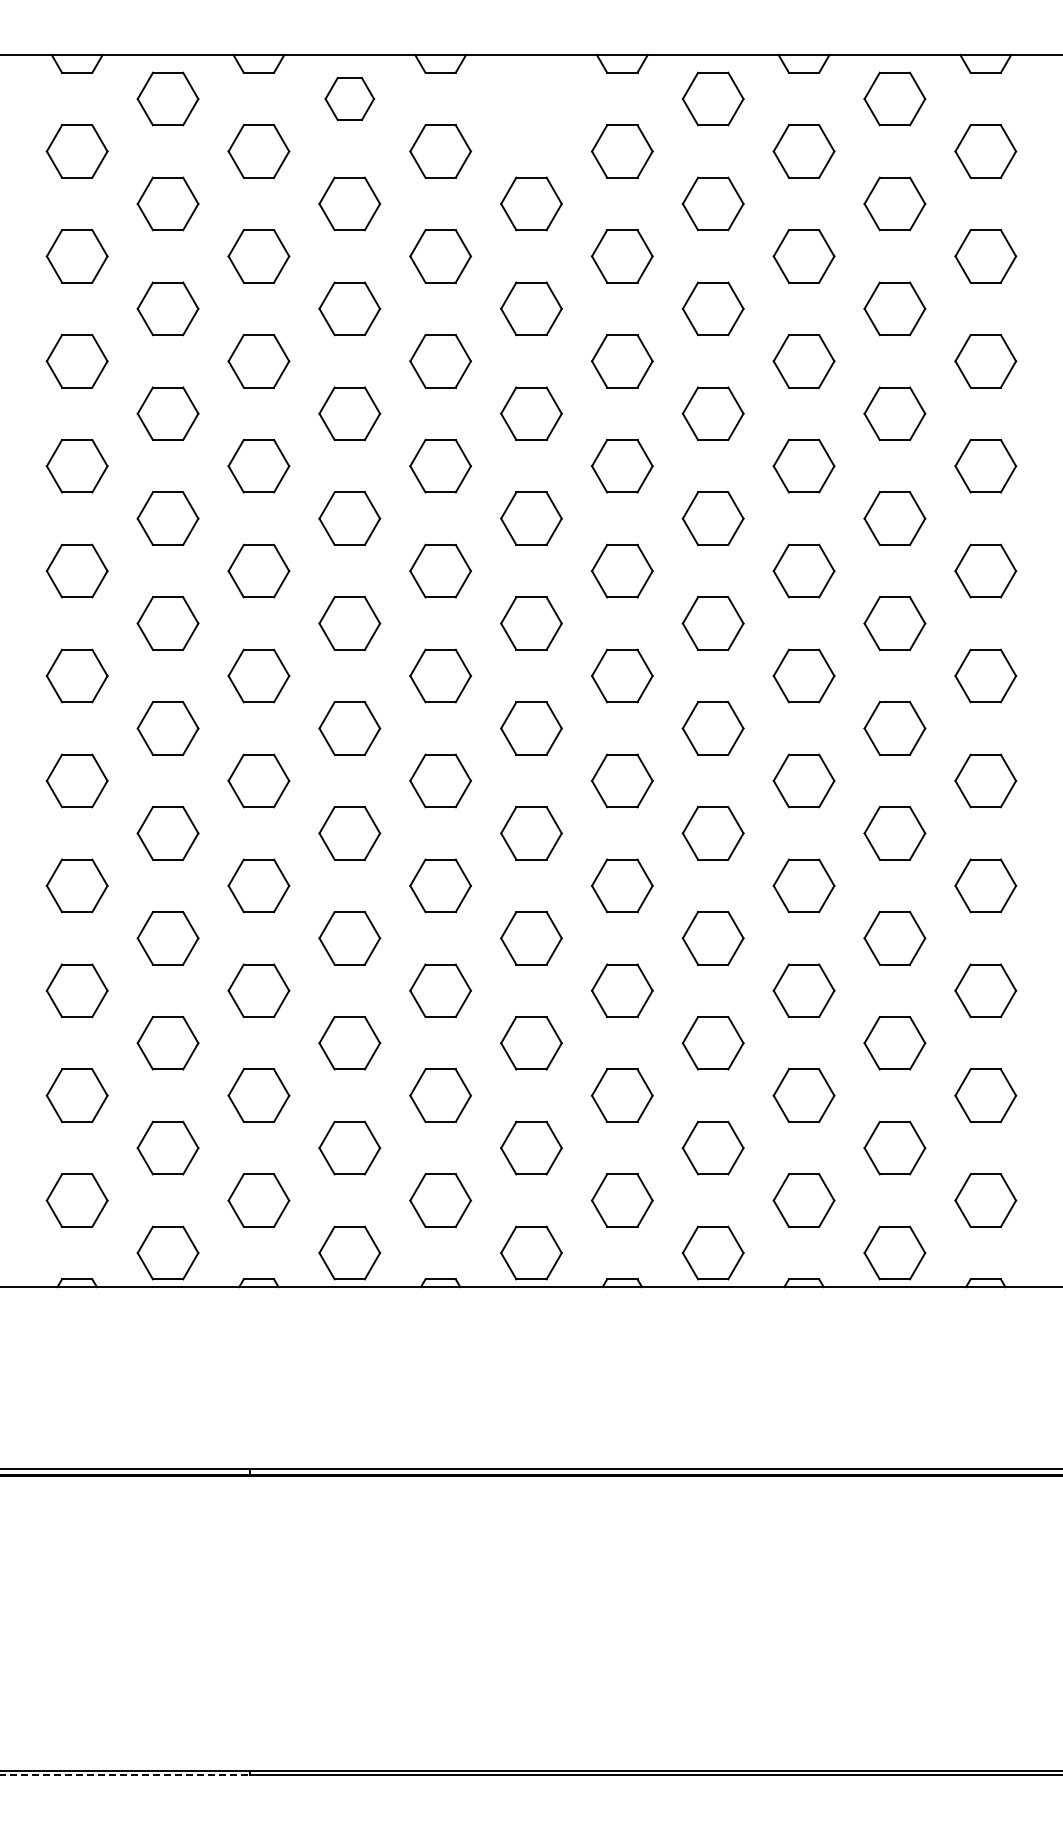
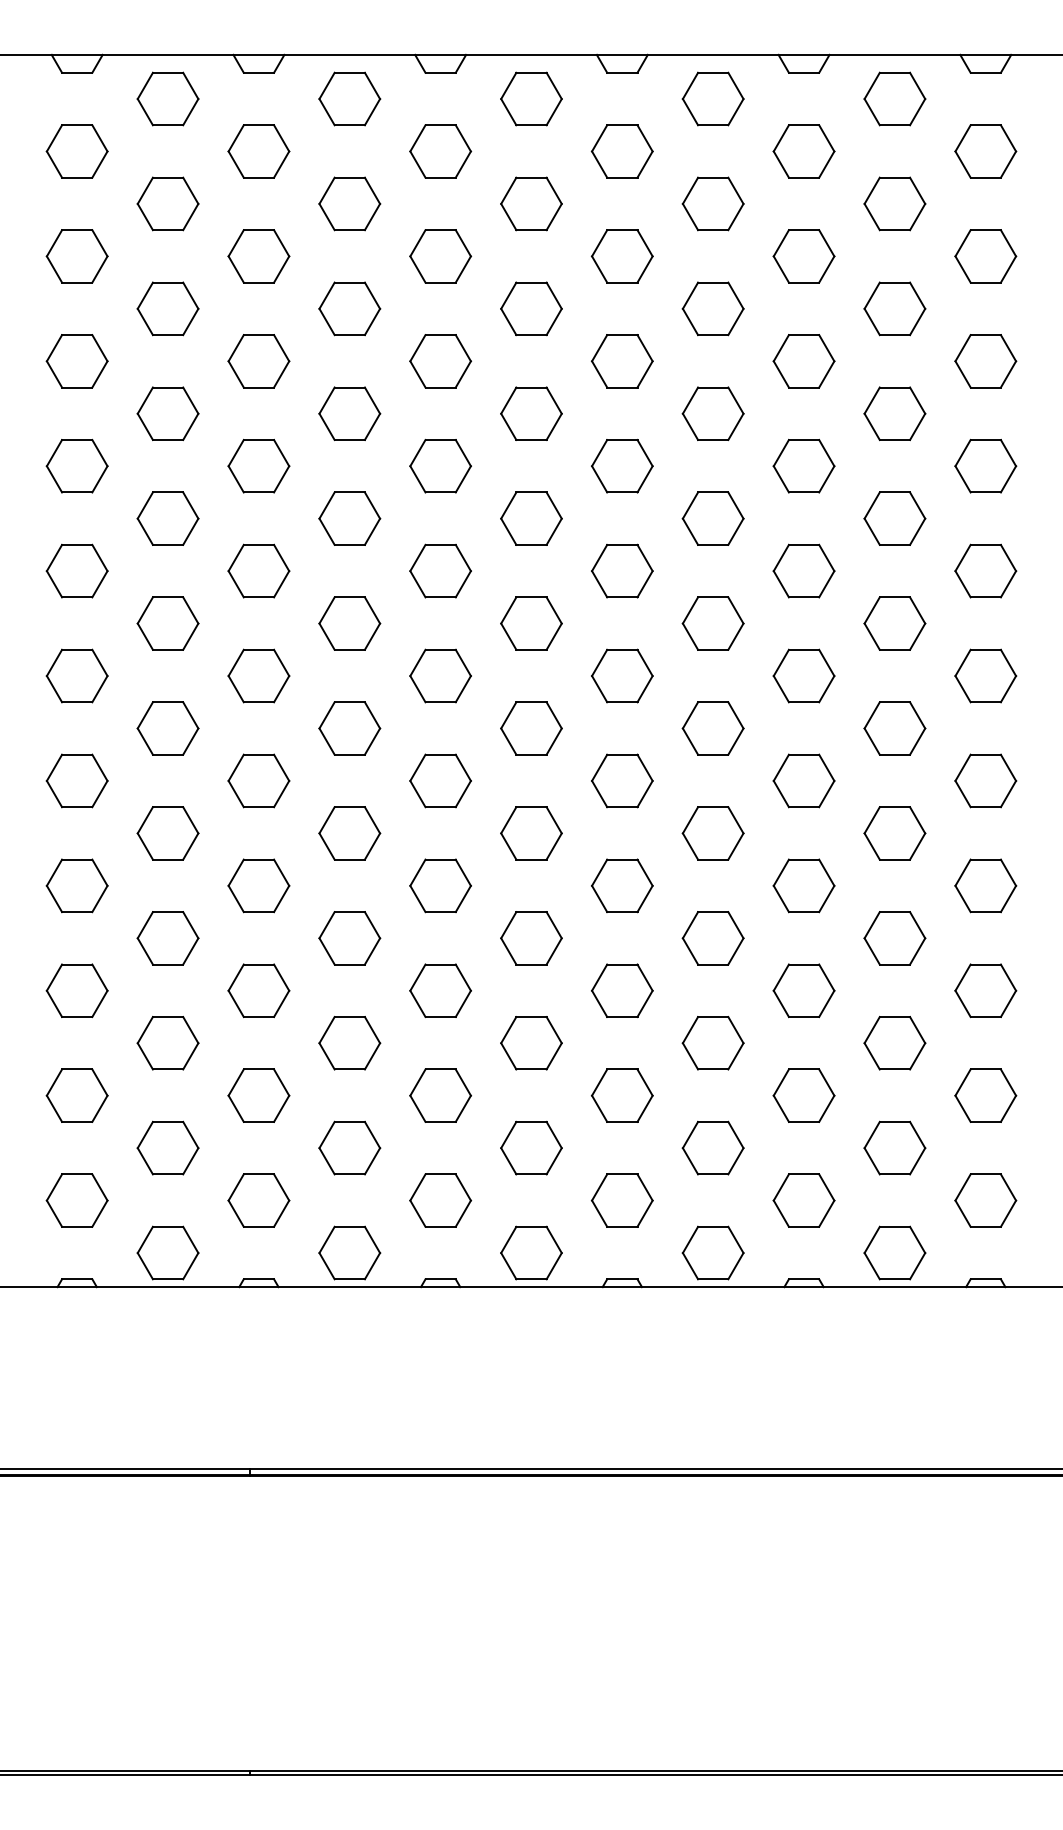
part at (349, 98) size: 52x44 px -> 64x56 px
part at (531, 98): none -> present
line at (125, 1775): dashed -> solid
